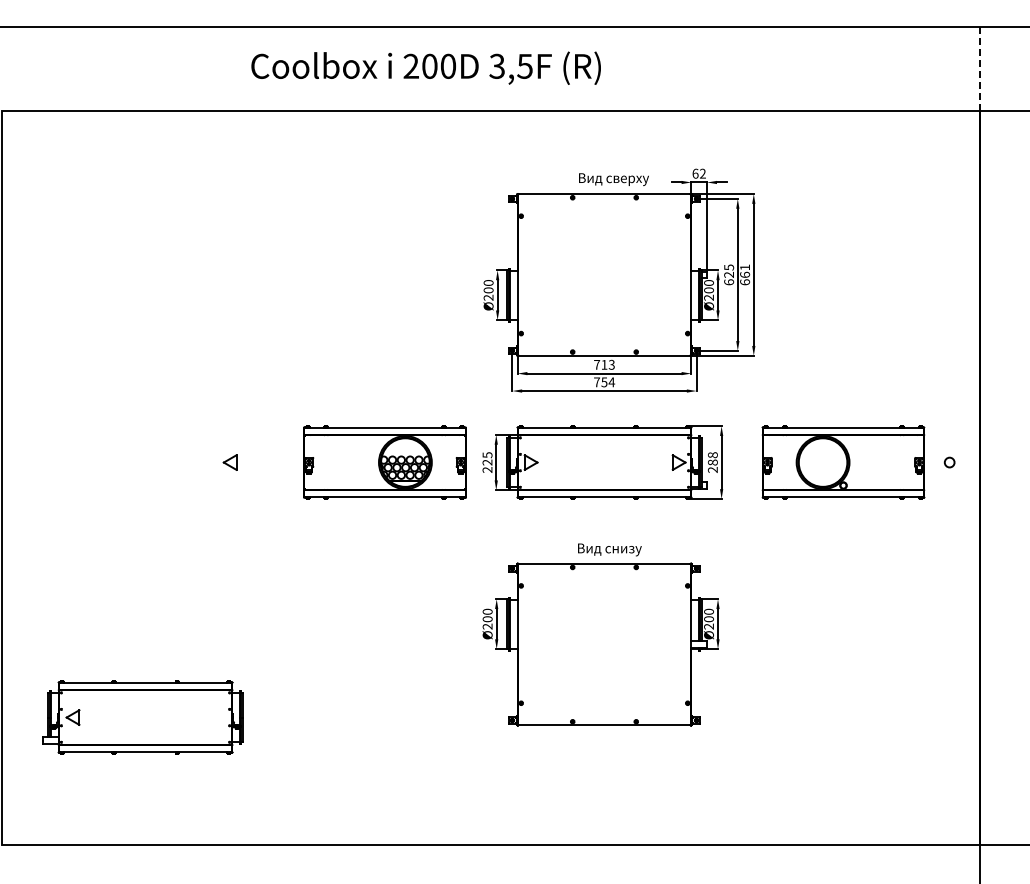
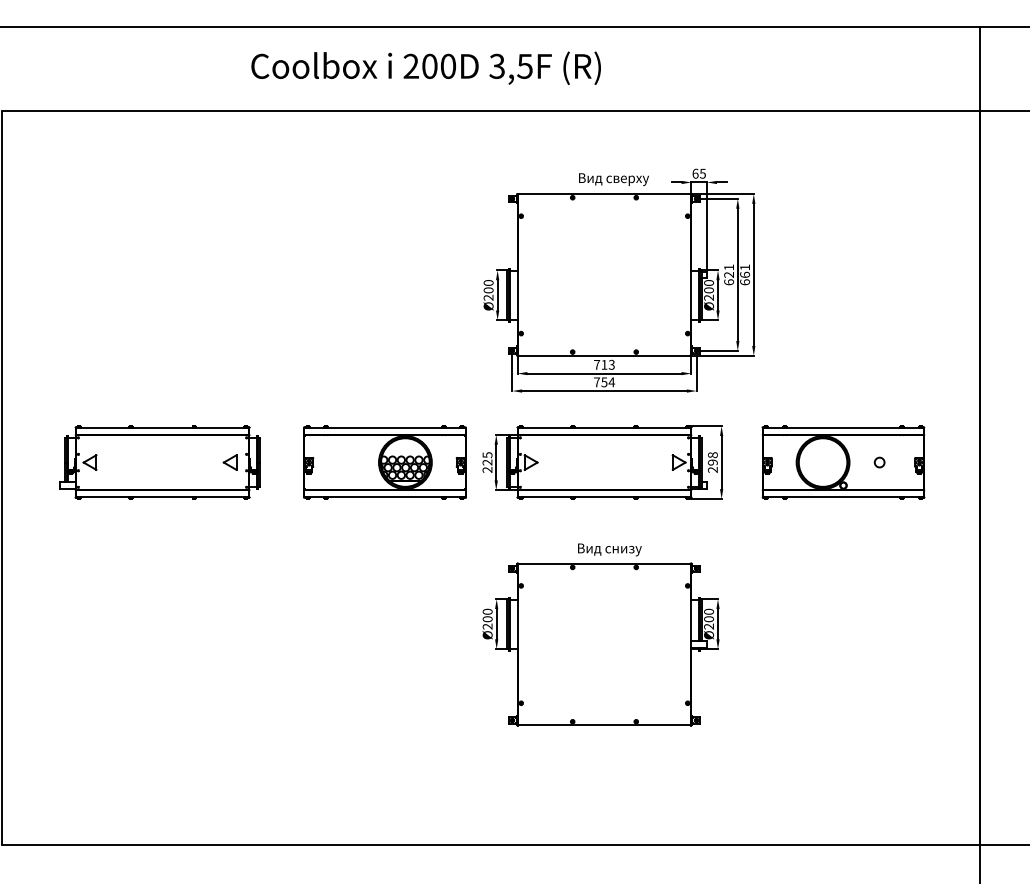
line at (980, 68): dashed -> solid
text at (702, 173): 62 -> 65
text at (729, 267): 625 -> 621
text at (712, 462): 288 -> 298
circle at (949, 462) position: (949, 462) -> (879, 462)
part at (142, 717) position: (142, 717) -> (159, 462)
